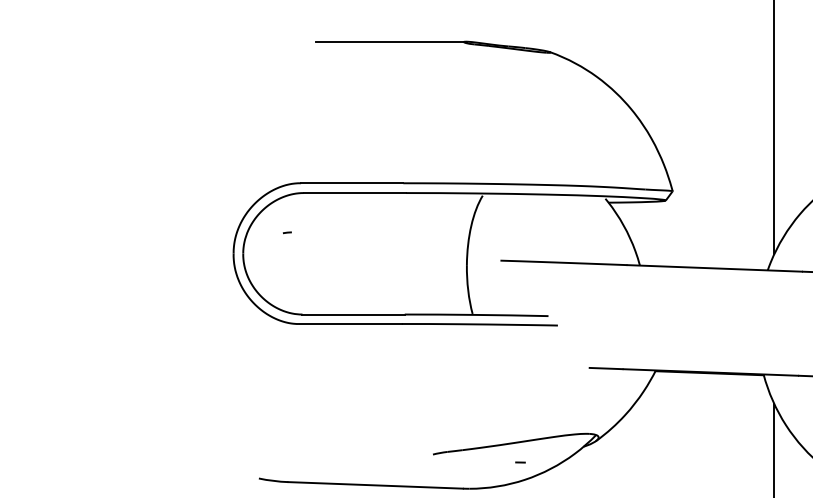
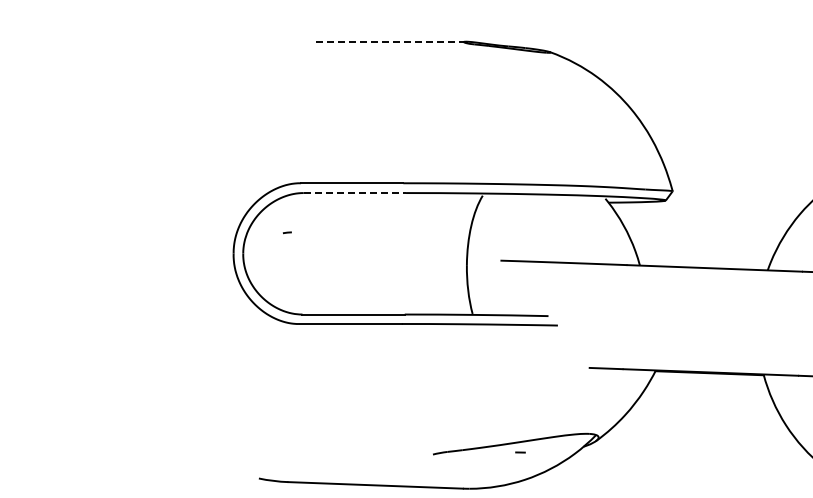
line at (391, 41): solid -> dashed
line at (774, 128): present -> none
line at (355, 193): solid -> dashed
line at (774, 448): present -> none
curve at (520, 462) position: (520, 462) -> (520, 452)
